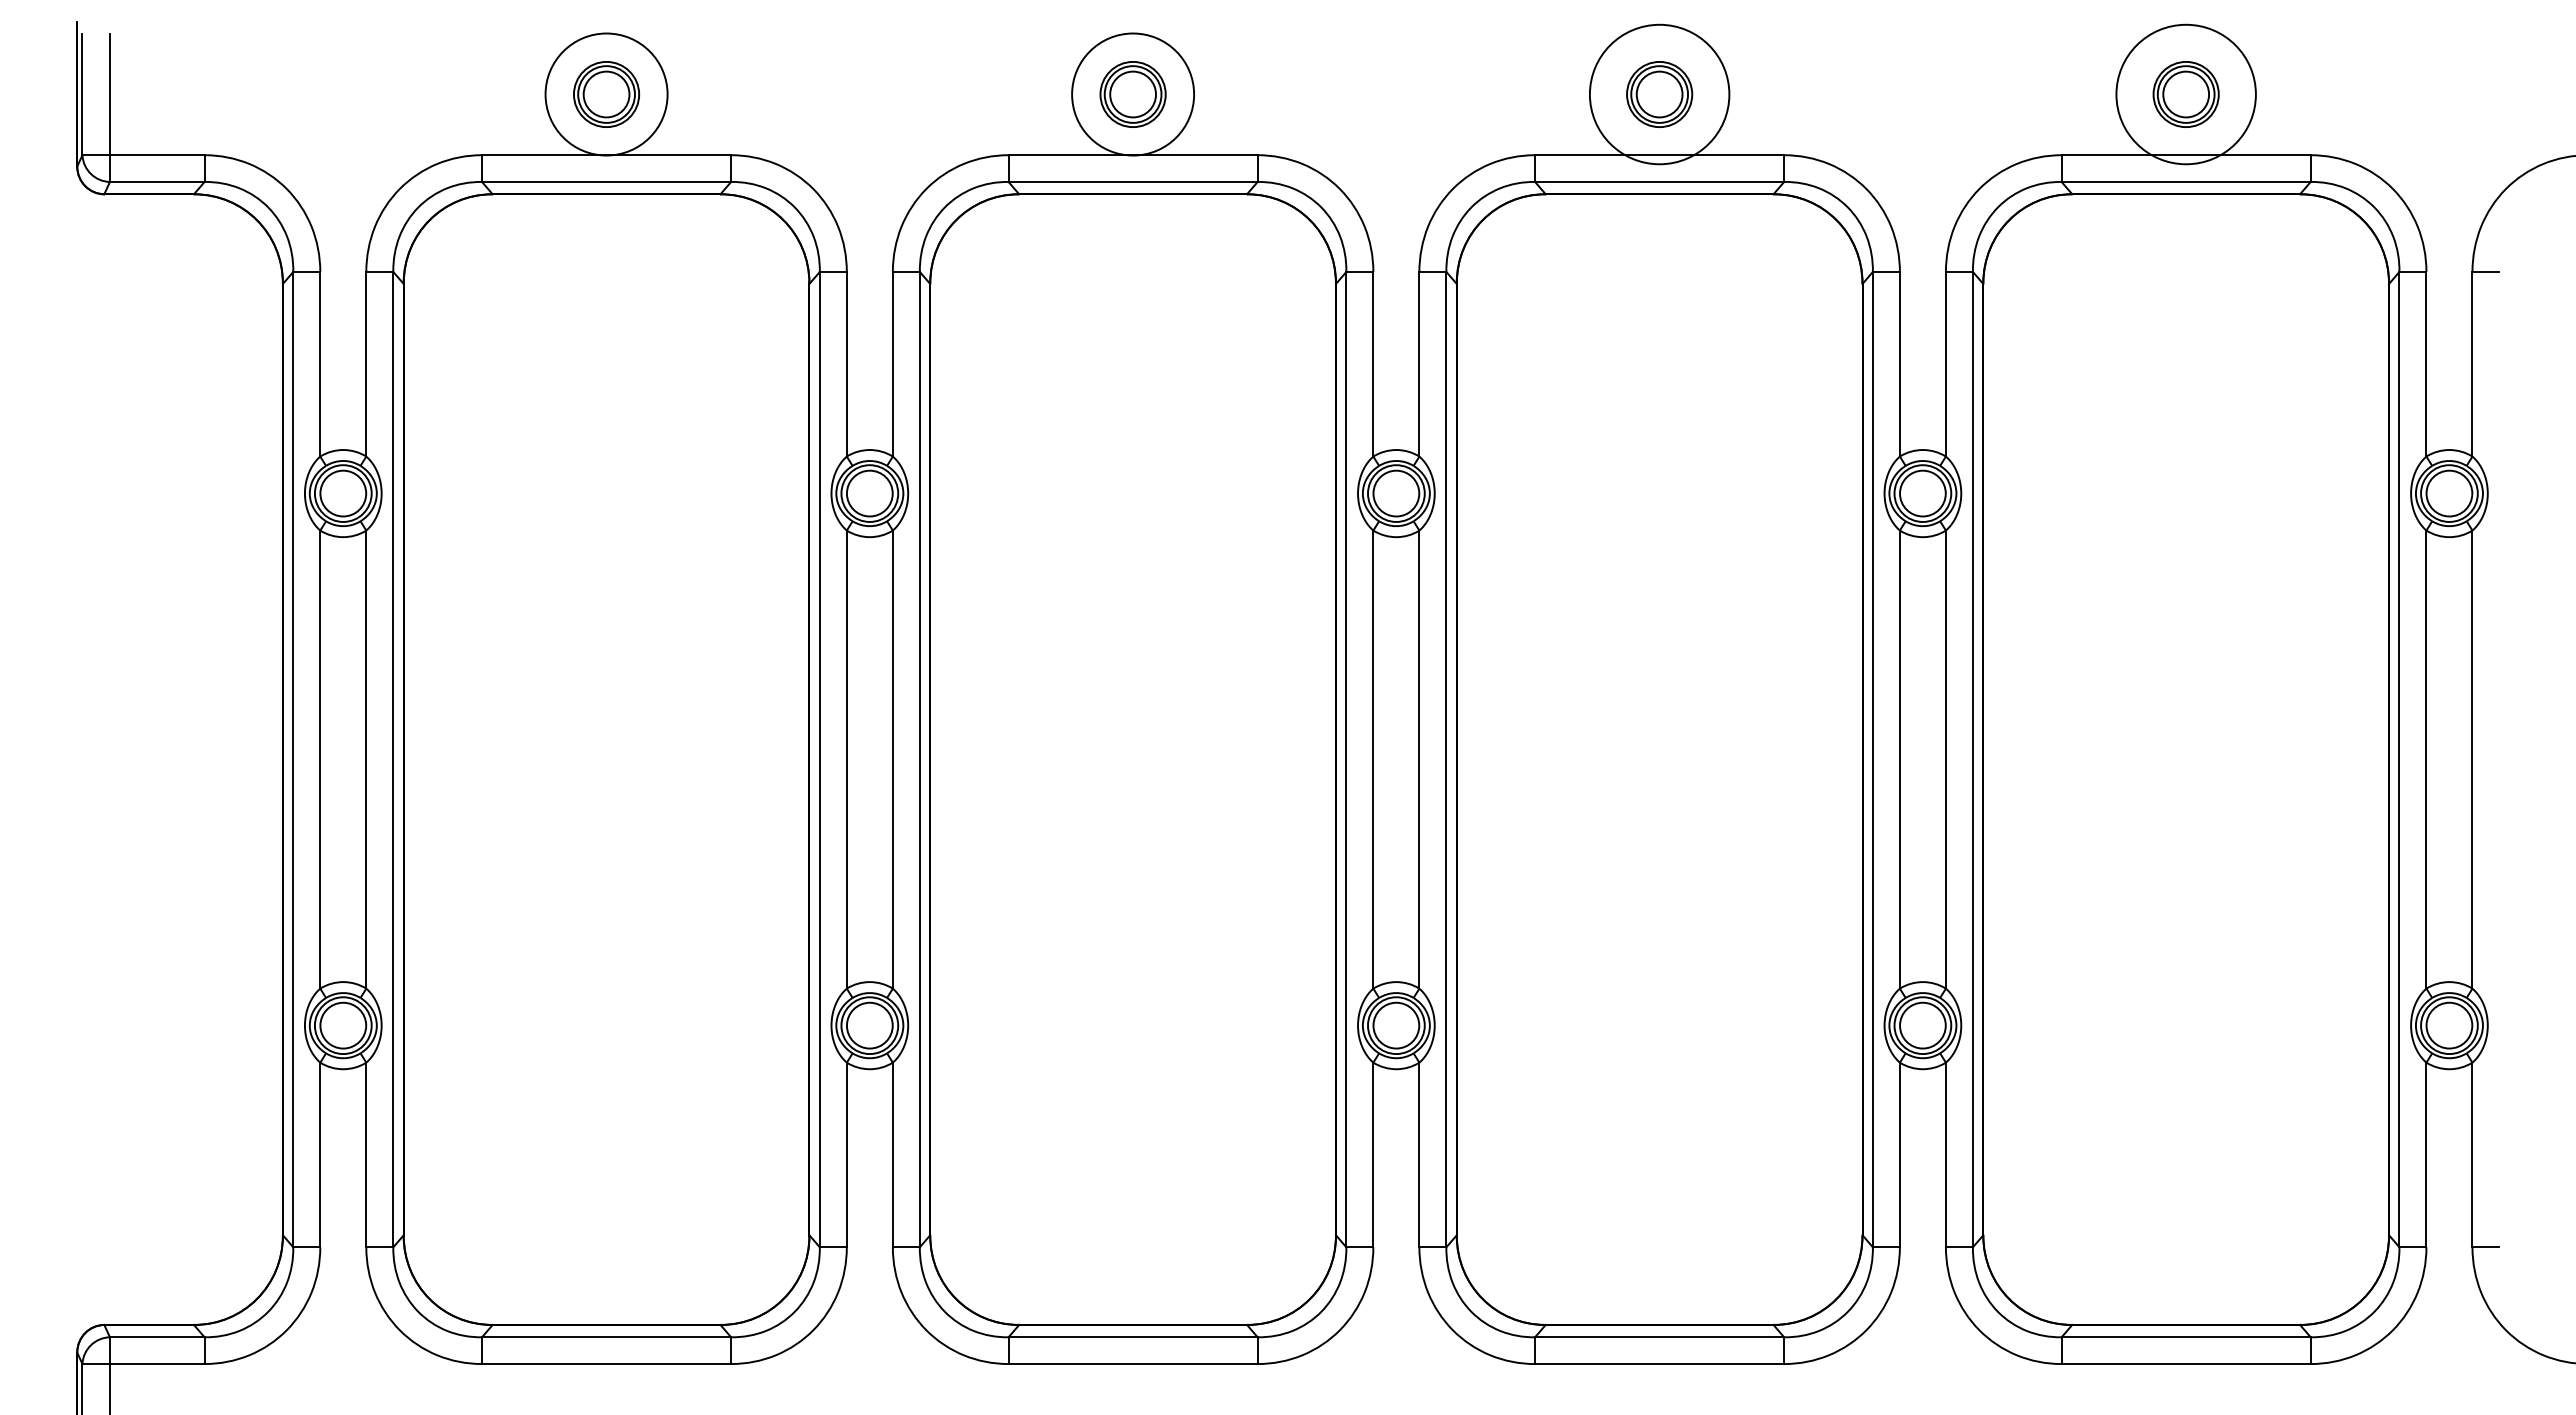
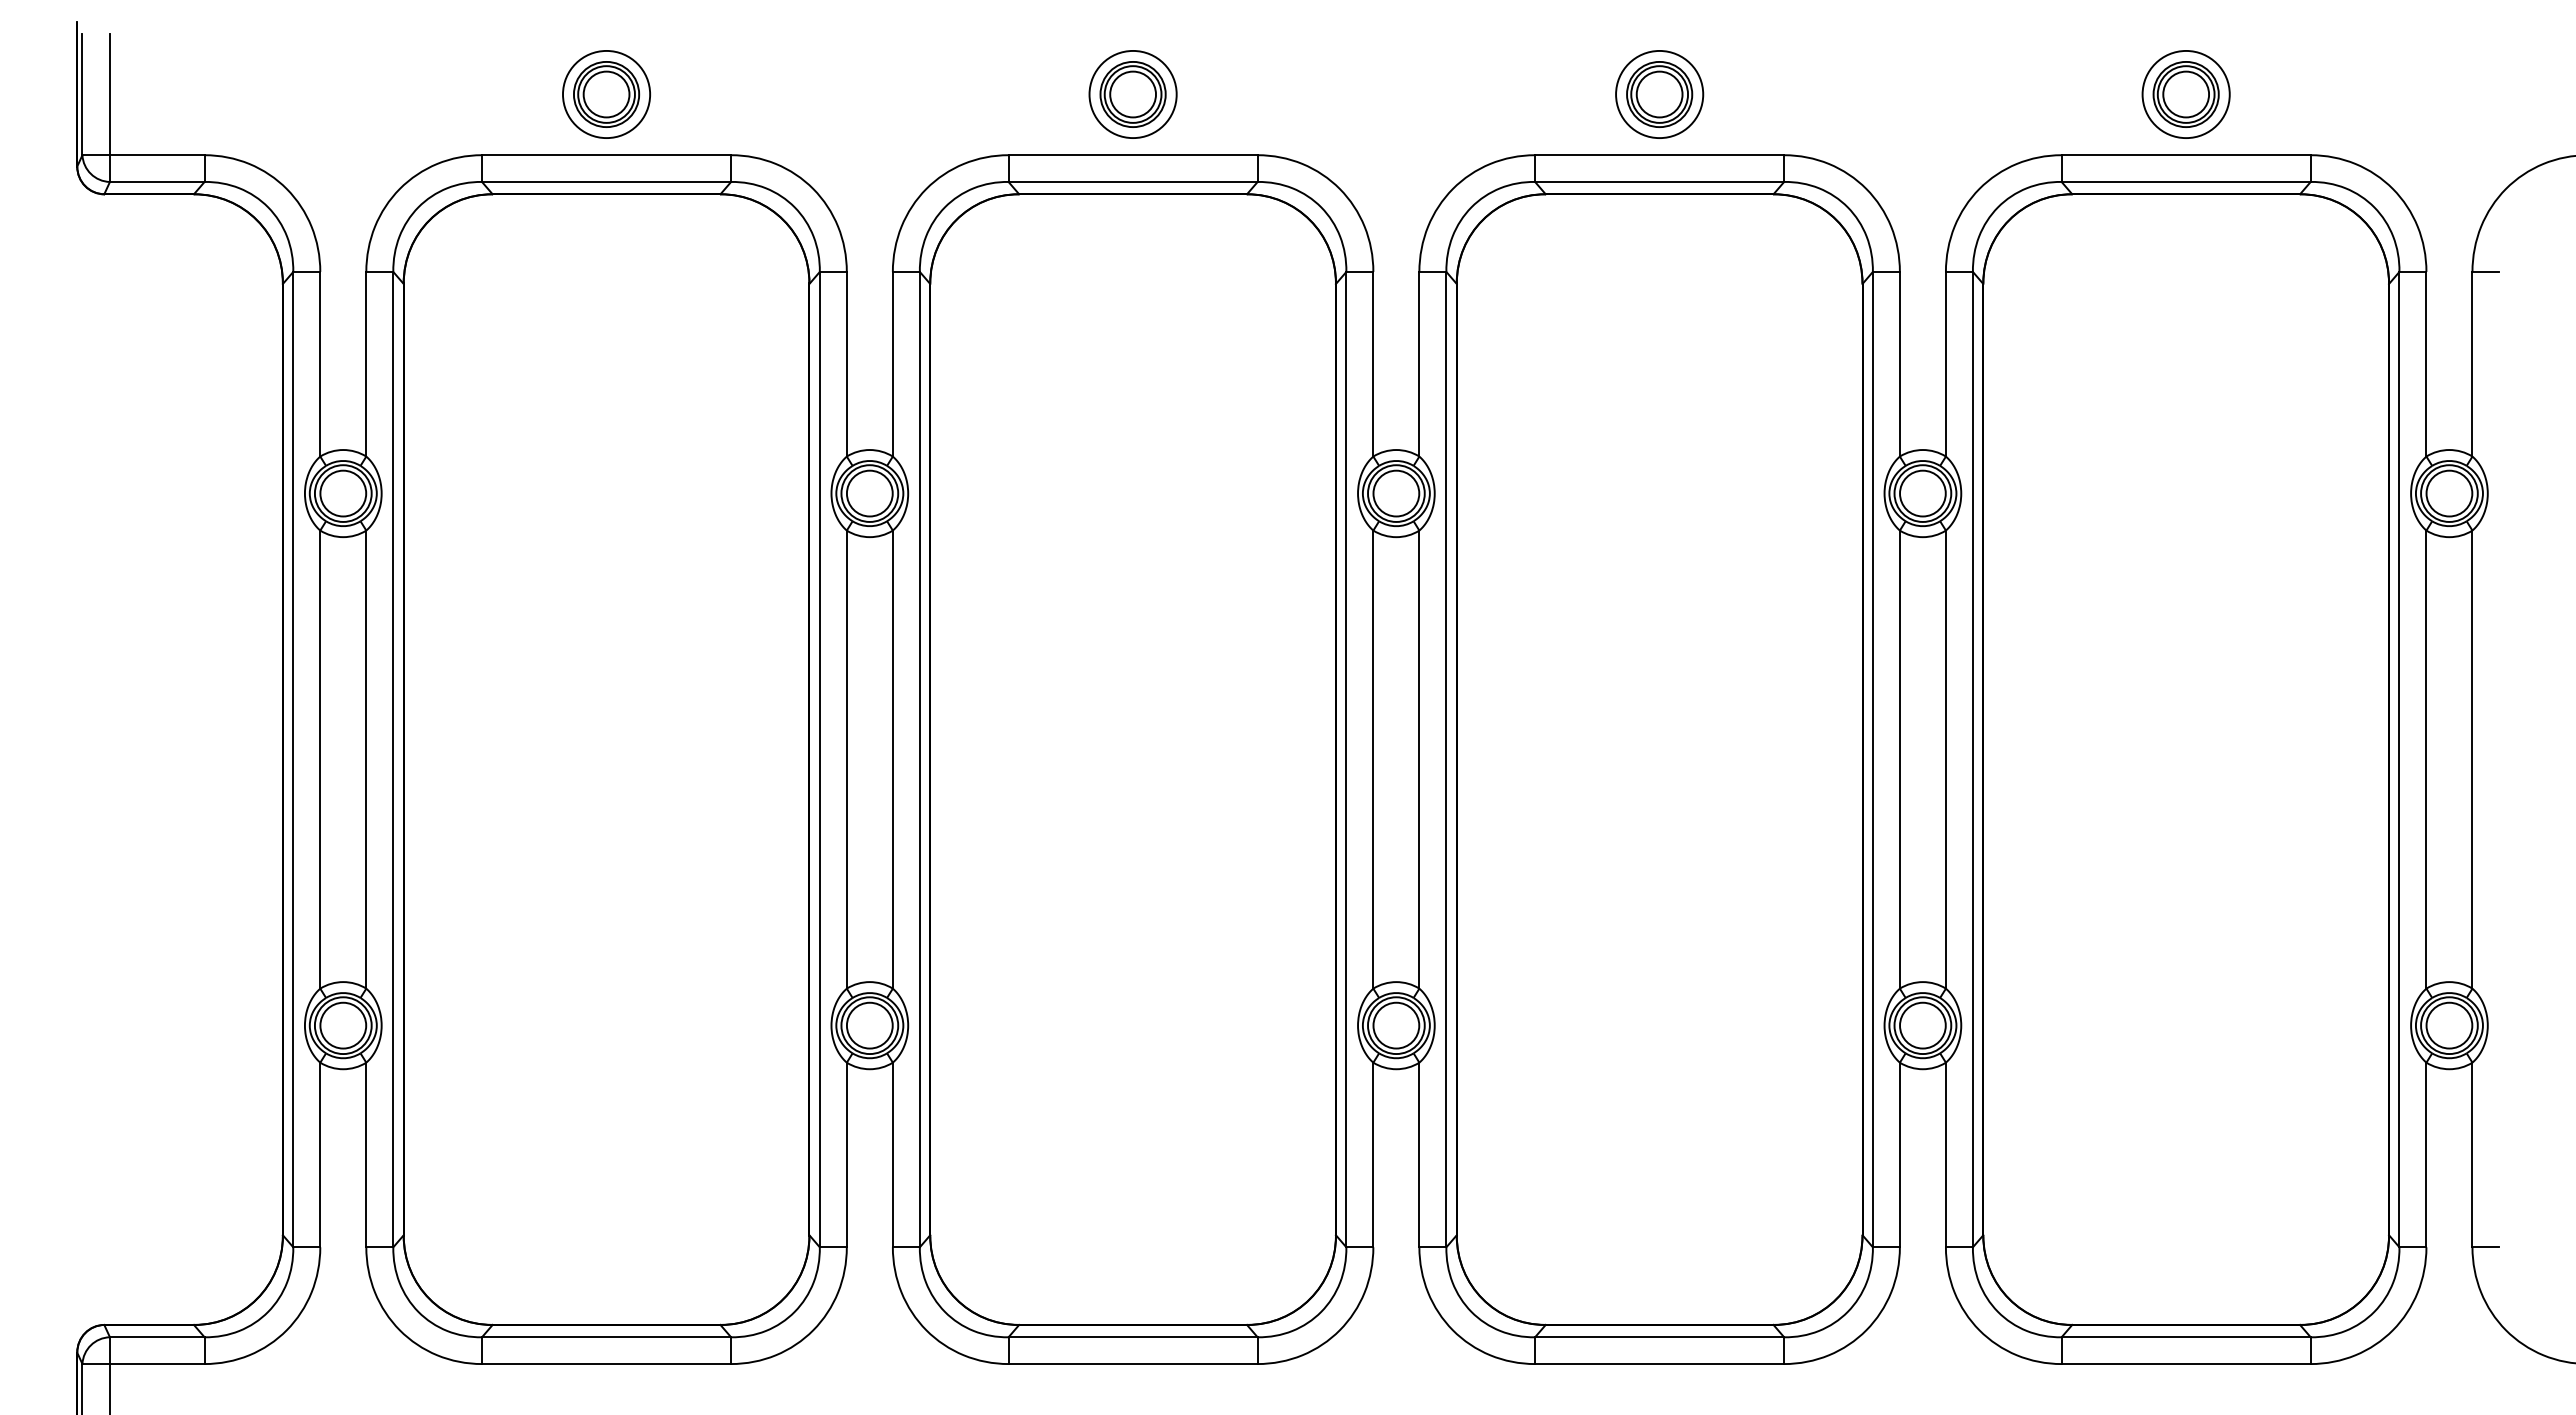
circle at (606, 94) diameter: 122 px -> 87 px
circle at (1133, 94) diameter: 122 px -> 87 px
circle at (1659, 94) diameter: 139 px -> 87 px
circle at (2185, 94) diameter: 139 px -> 87 px
